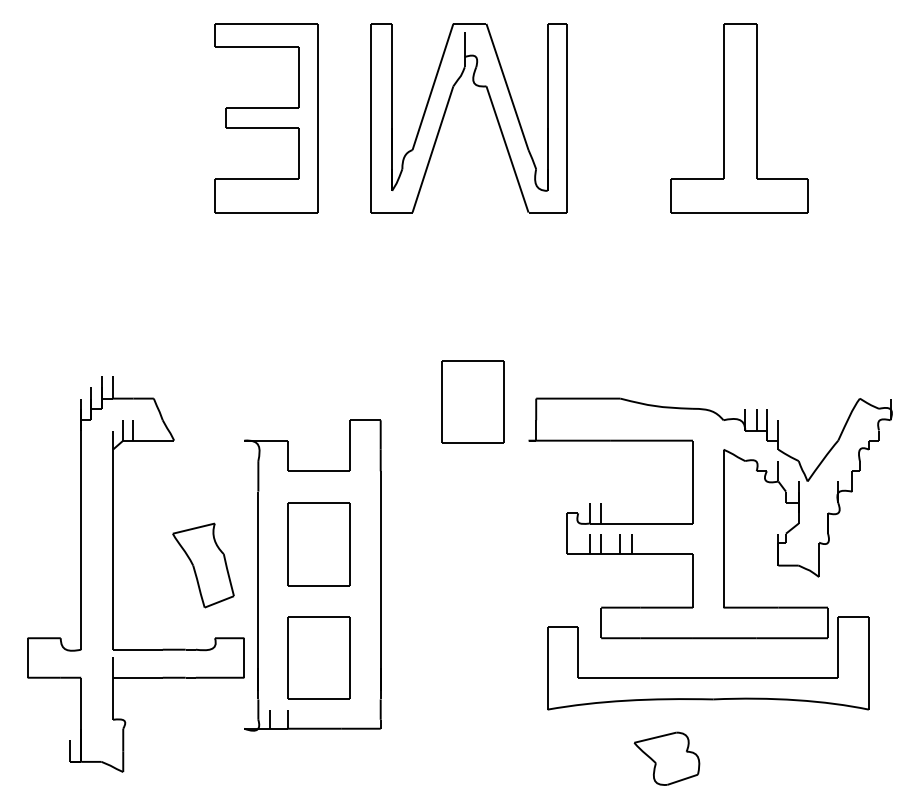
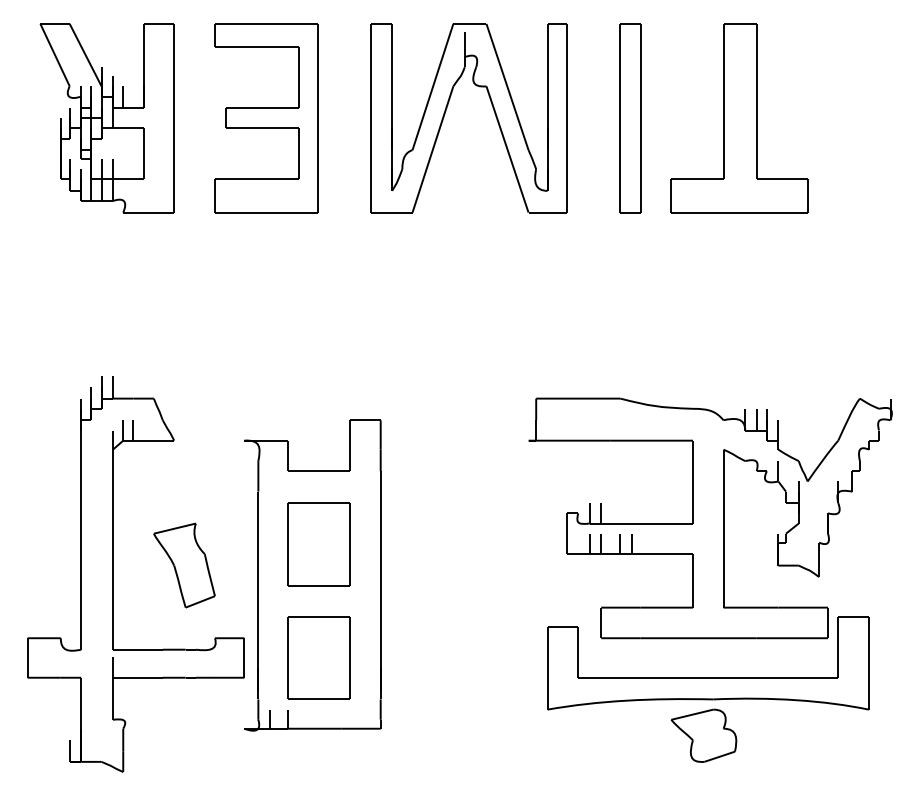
part at (106, 118): none -> present
part at (630, 118): none -> present
part at (472, 401): present -> none
part at (203, 565) position: (203, 565) -> (184, 565)
part at (666, 758) position: (666, 758) -> (703, 735)
